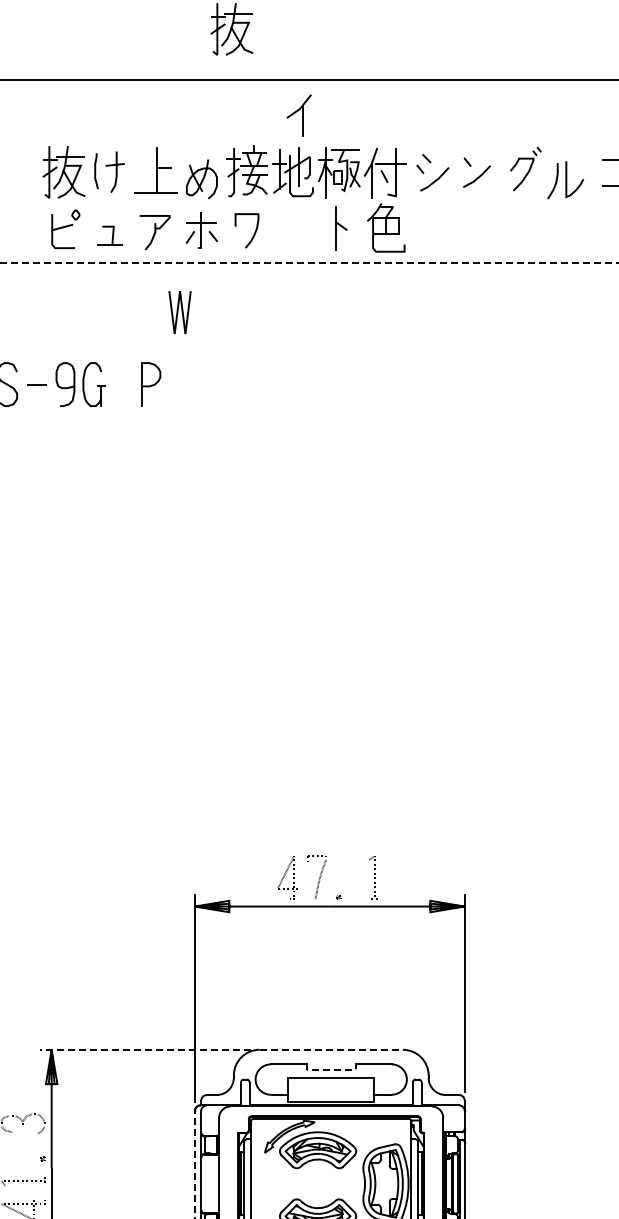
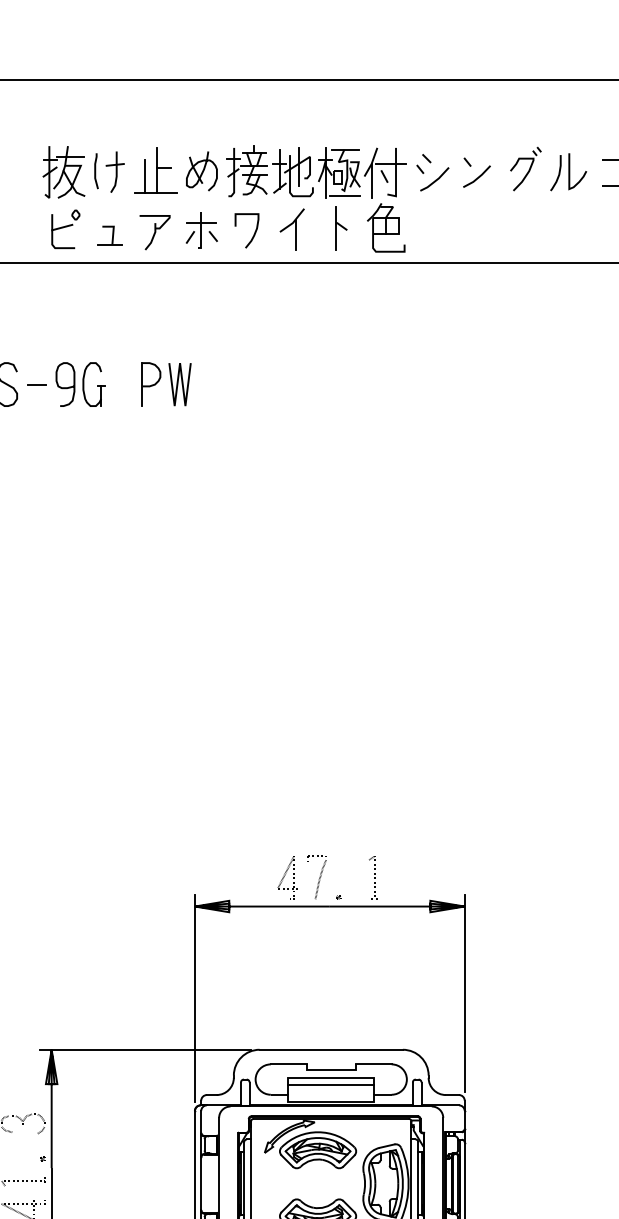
part at (231, 29): present -> none
part at (298, 115) position: (298, 115) -> (291, 229)
line at (145, 176): none -> present
part at (201, 179) position: (201, 179) -> (201, 171)
part at (565, 180) position: (565, 180) -> (568, 172)
line at (345, 196): none -> present
line at (309, 262): dashed -> solid
line at (178, 312) position: (178, 312) -> (178, 384)
line at (145, 1049): dashed -> solid
line at (331, 1049): dashed -> solid
line at (331, 1069): dashed -> solid
line at (331, 1085): none -> present
line at (194, 1164): dashed -> solid
